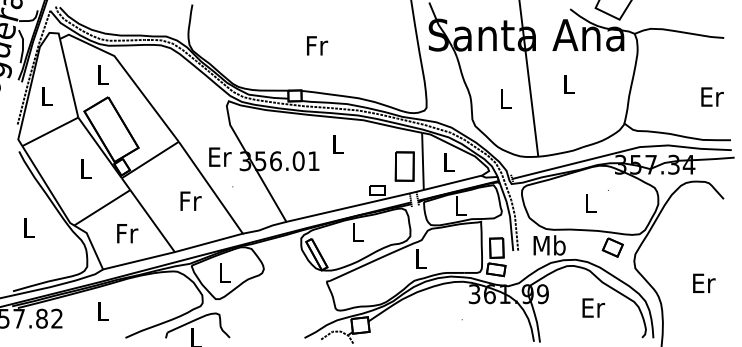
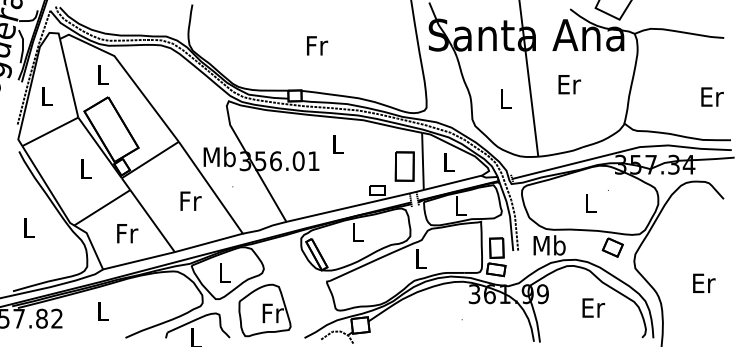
text at (569, 84): L -> Er
text at (219, 156): Er -> Mb
part at (264, 310): none -> present
